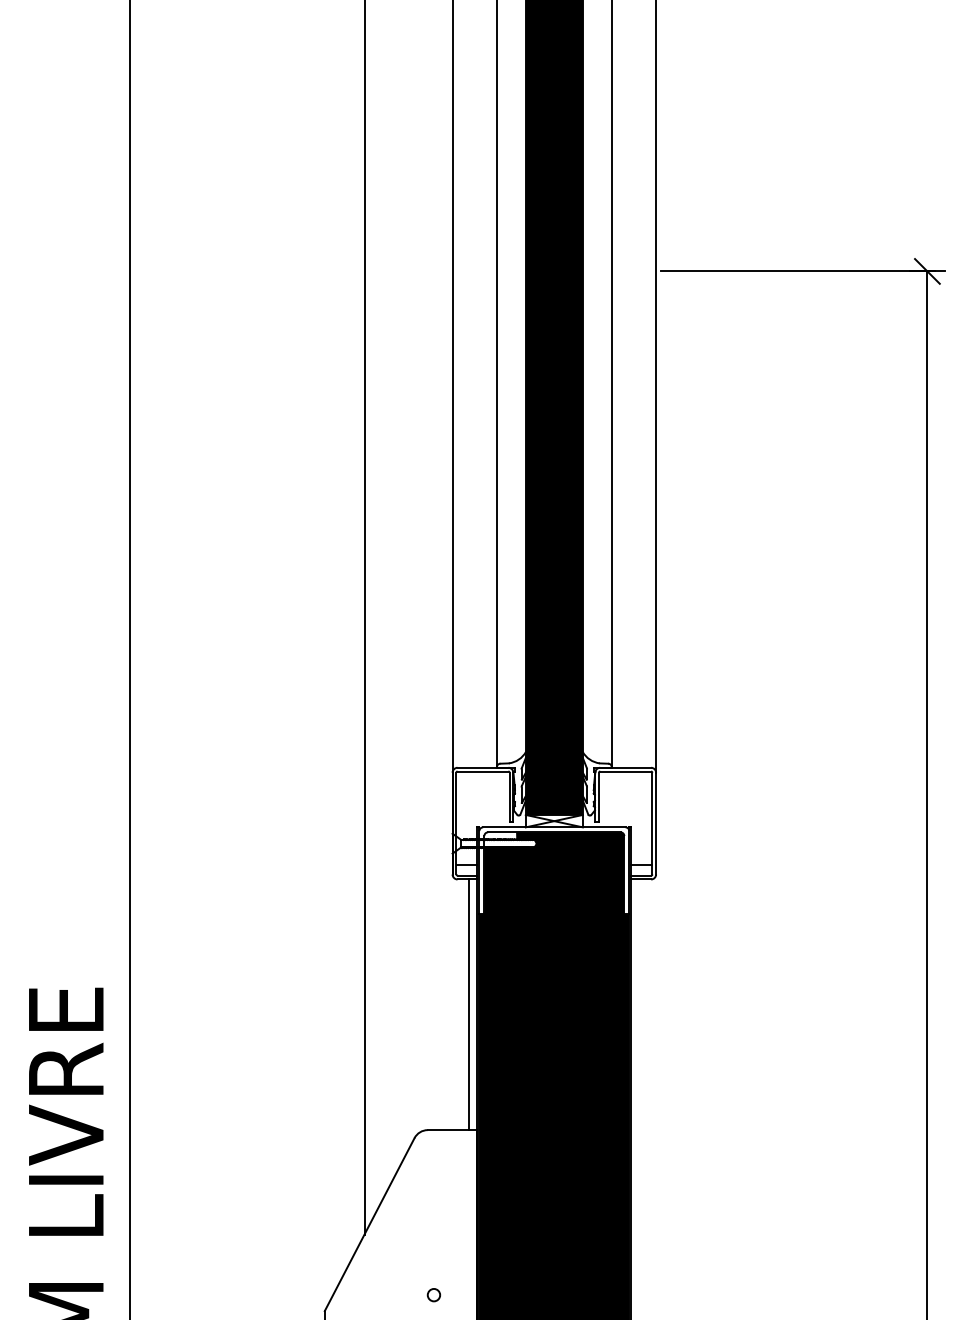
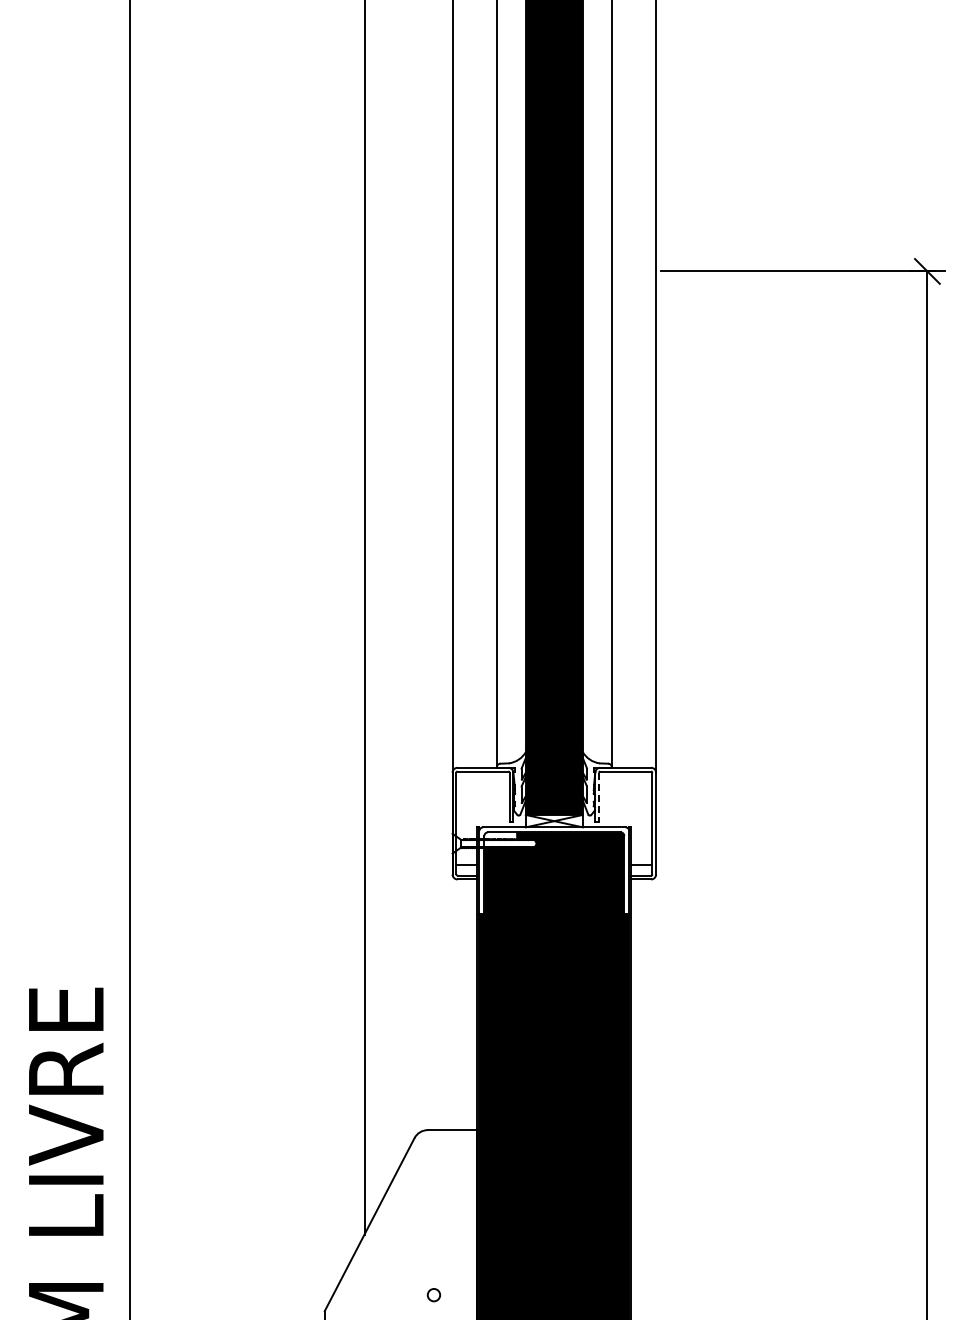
line at (599, 797): solid -> dashed
line at (468, 1004): present -> none
